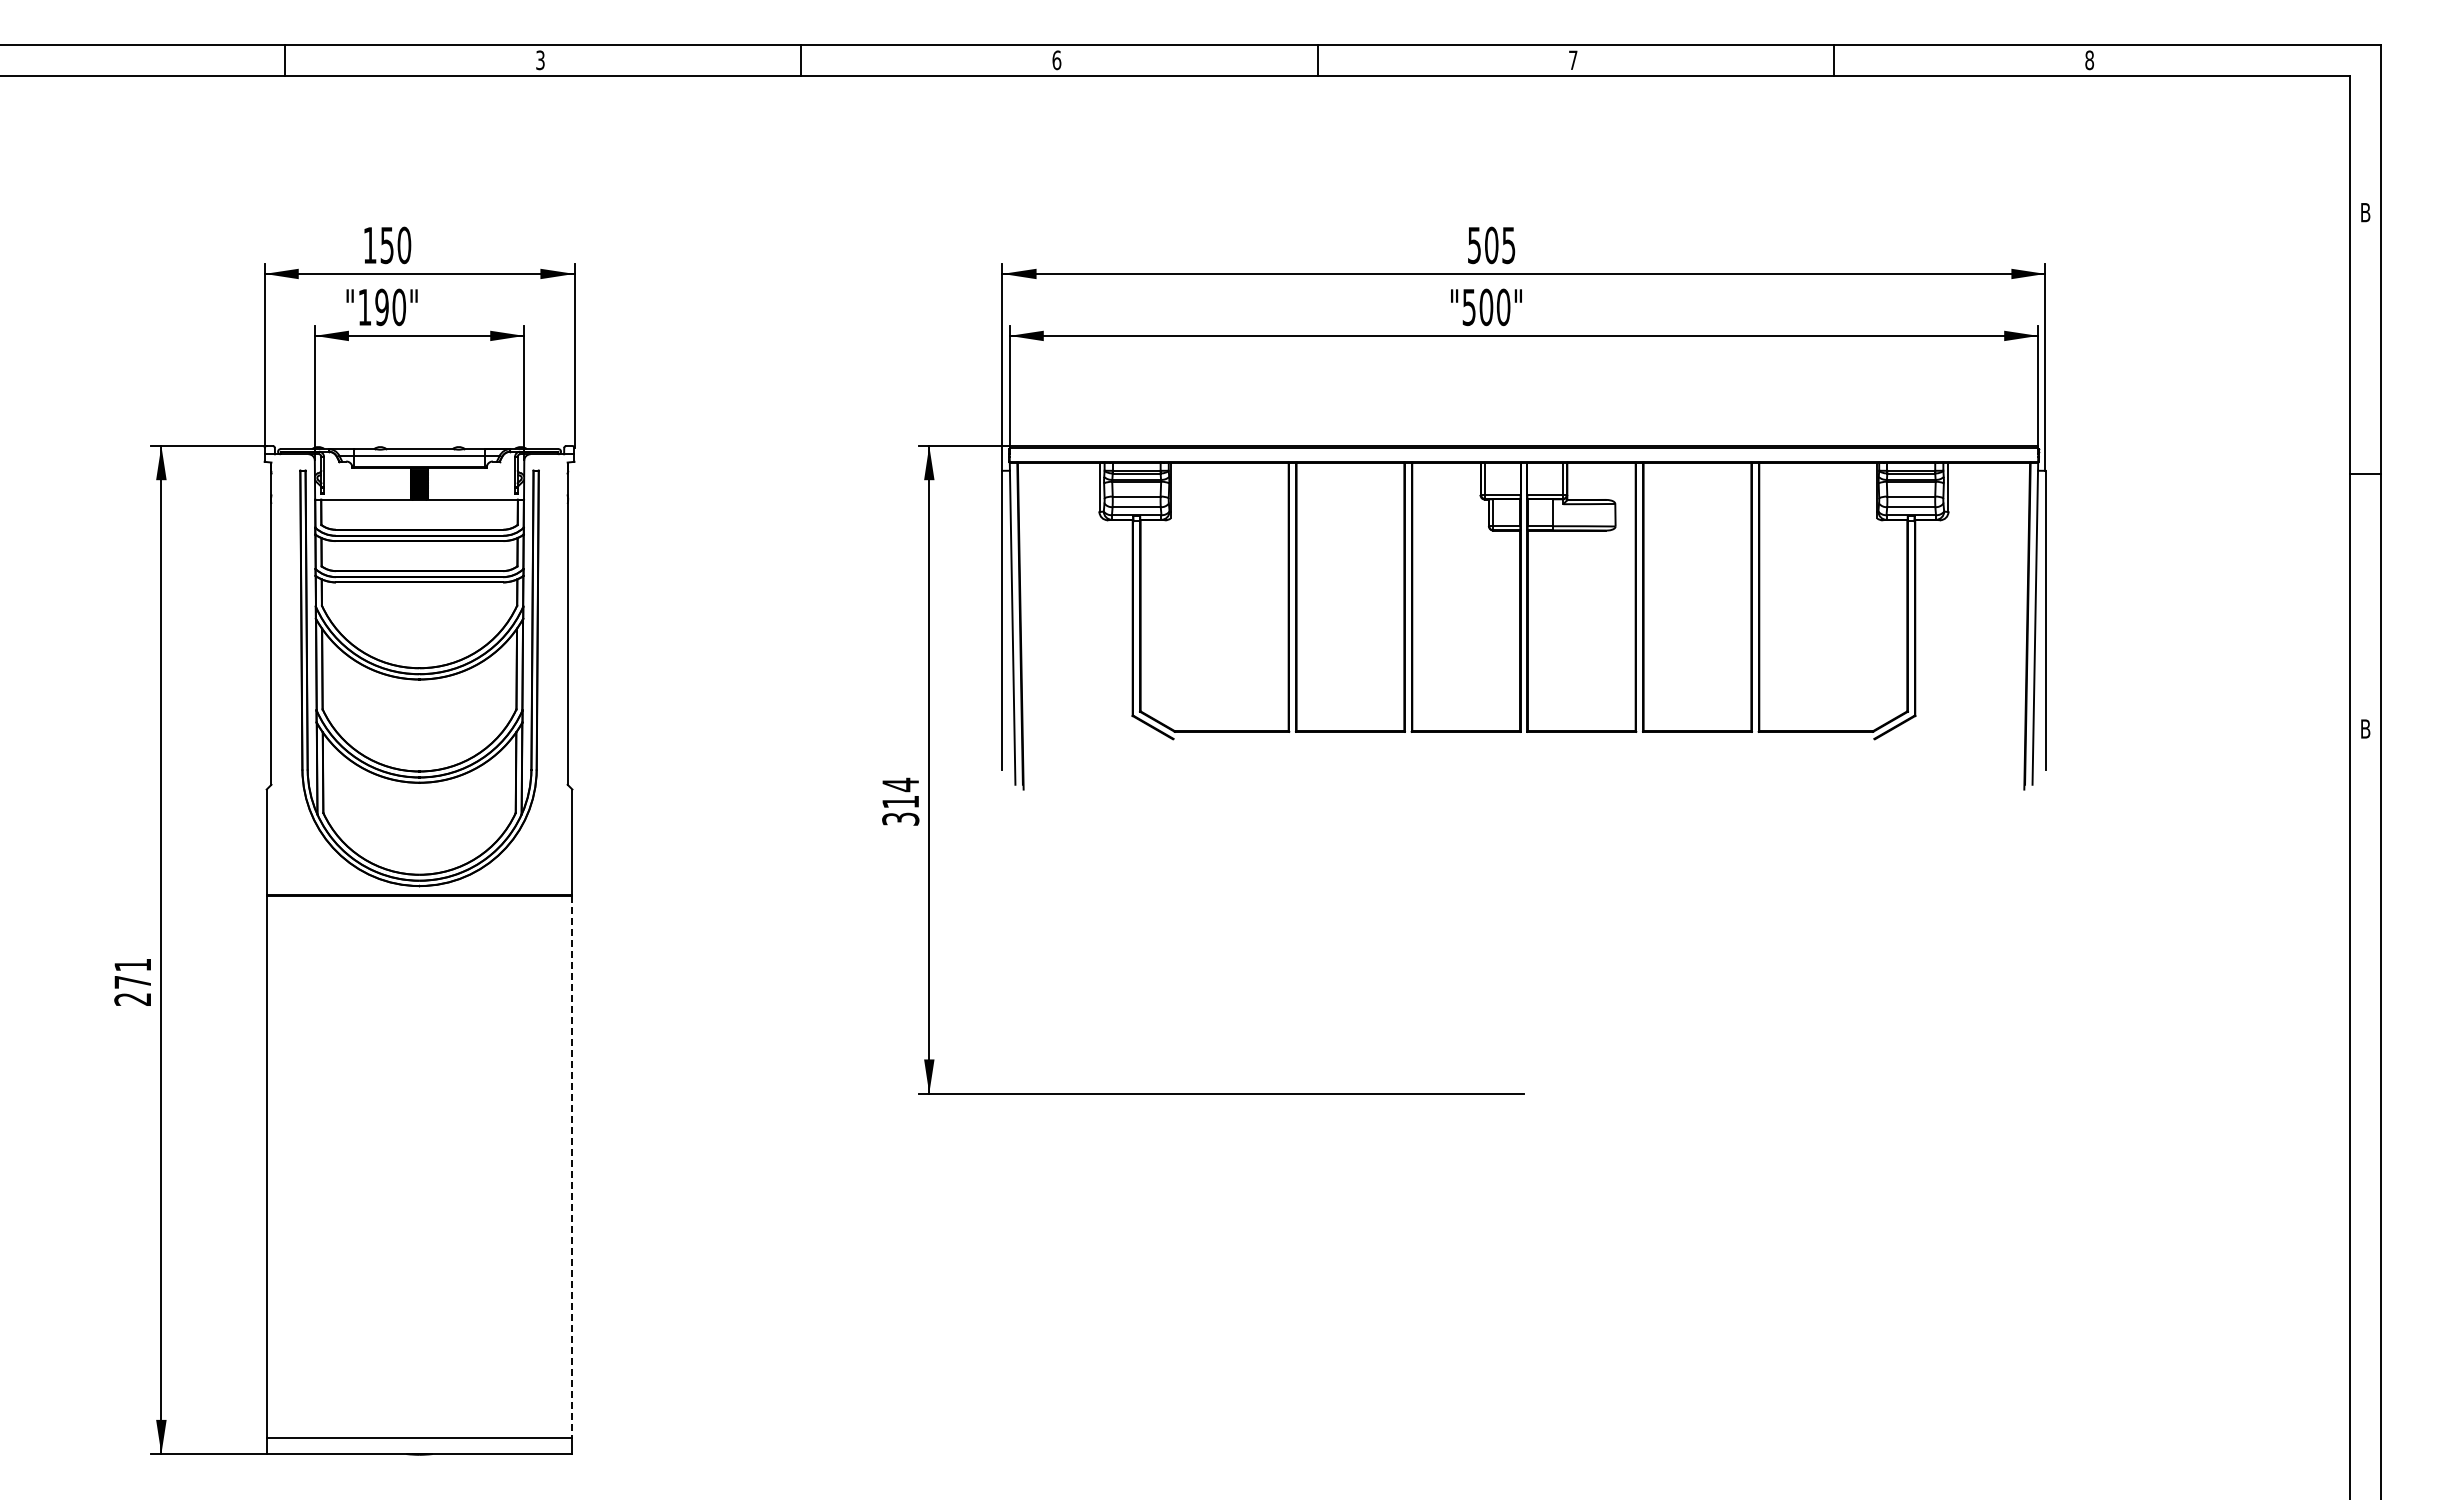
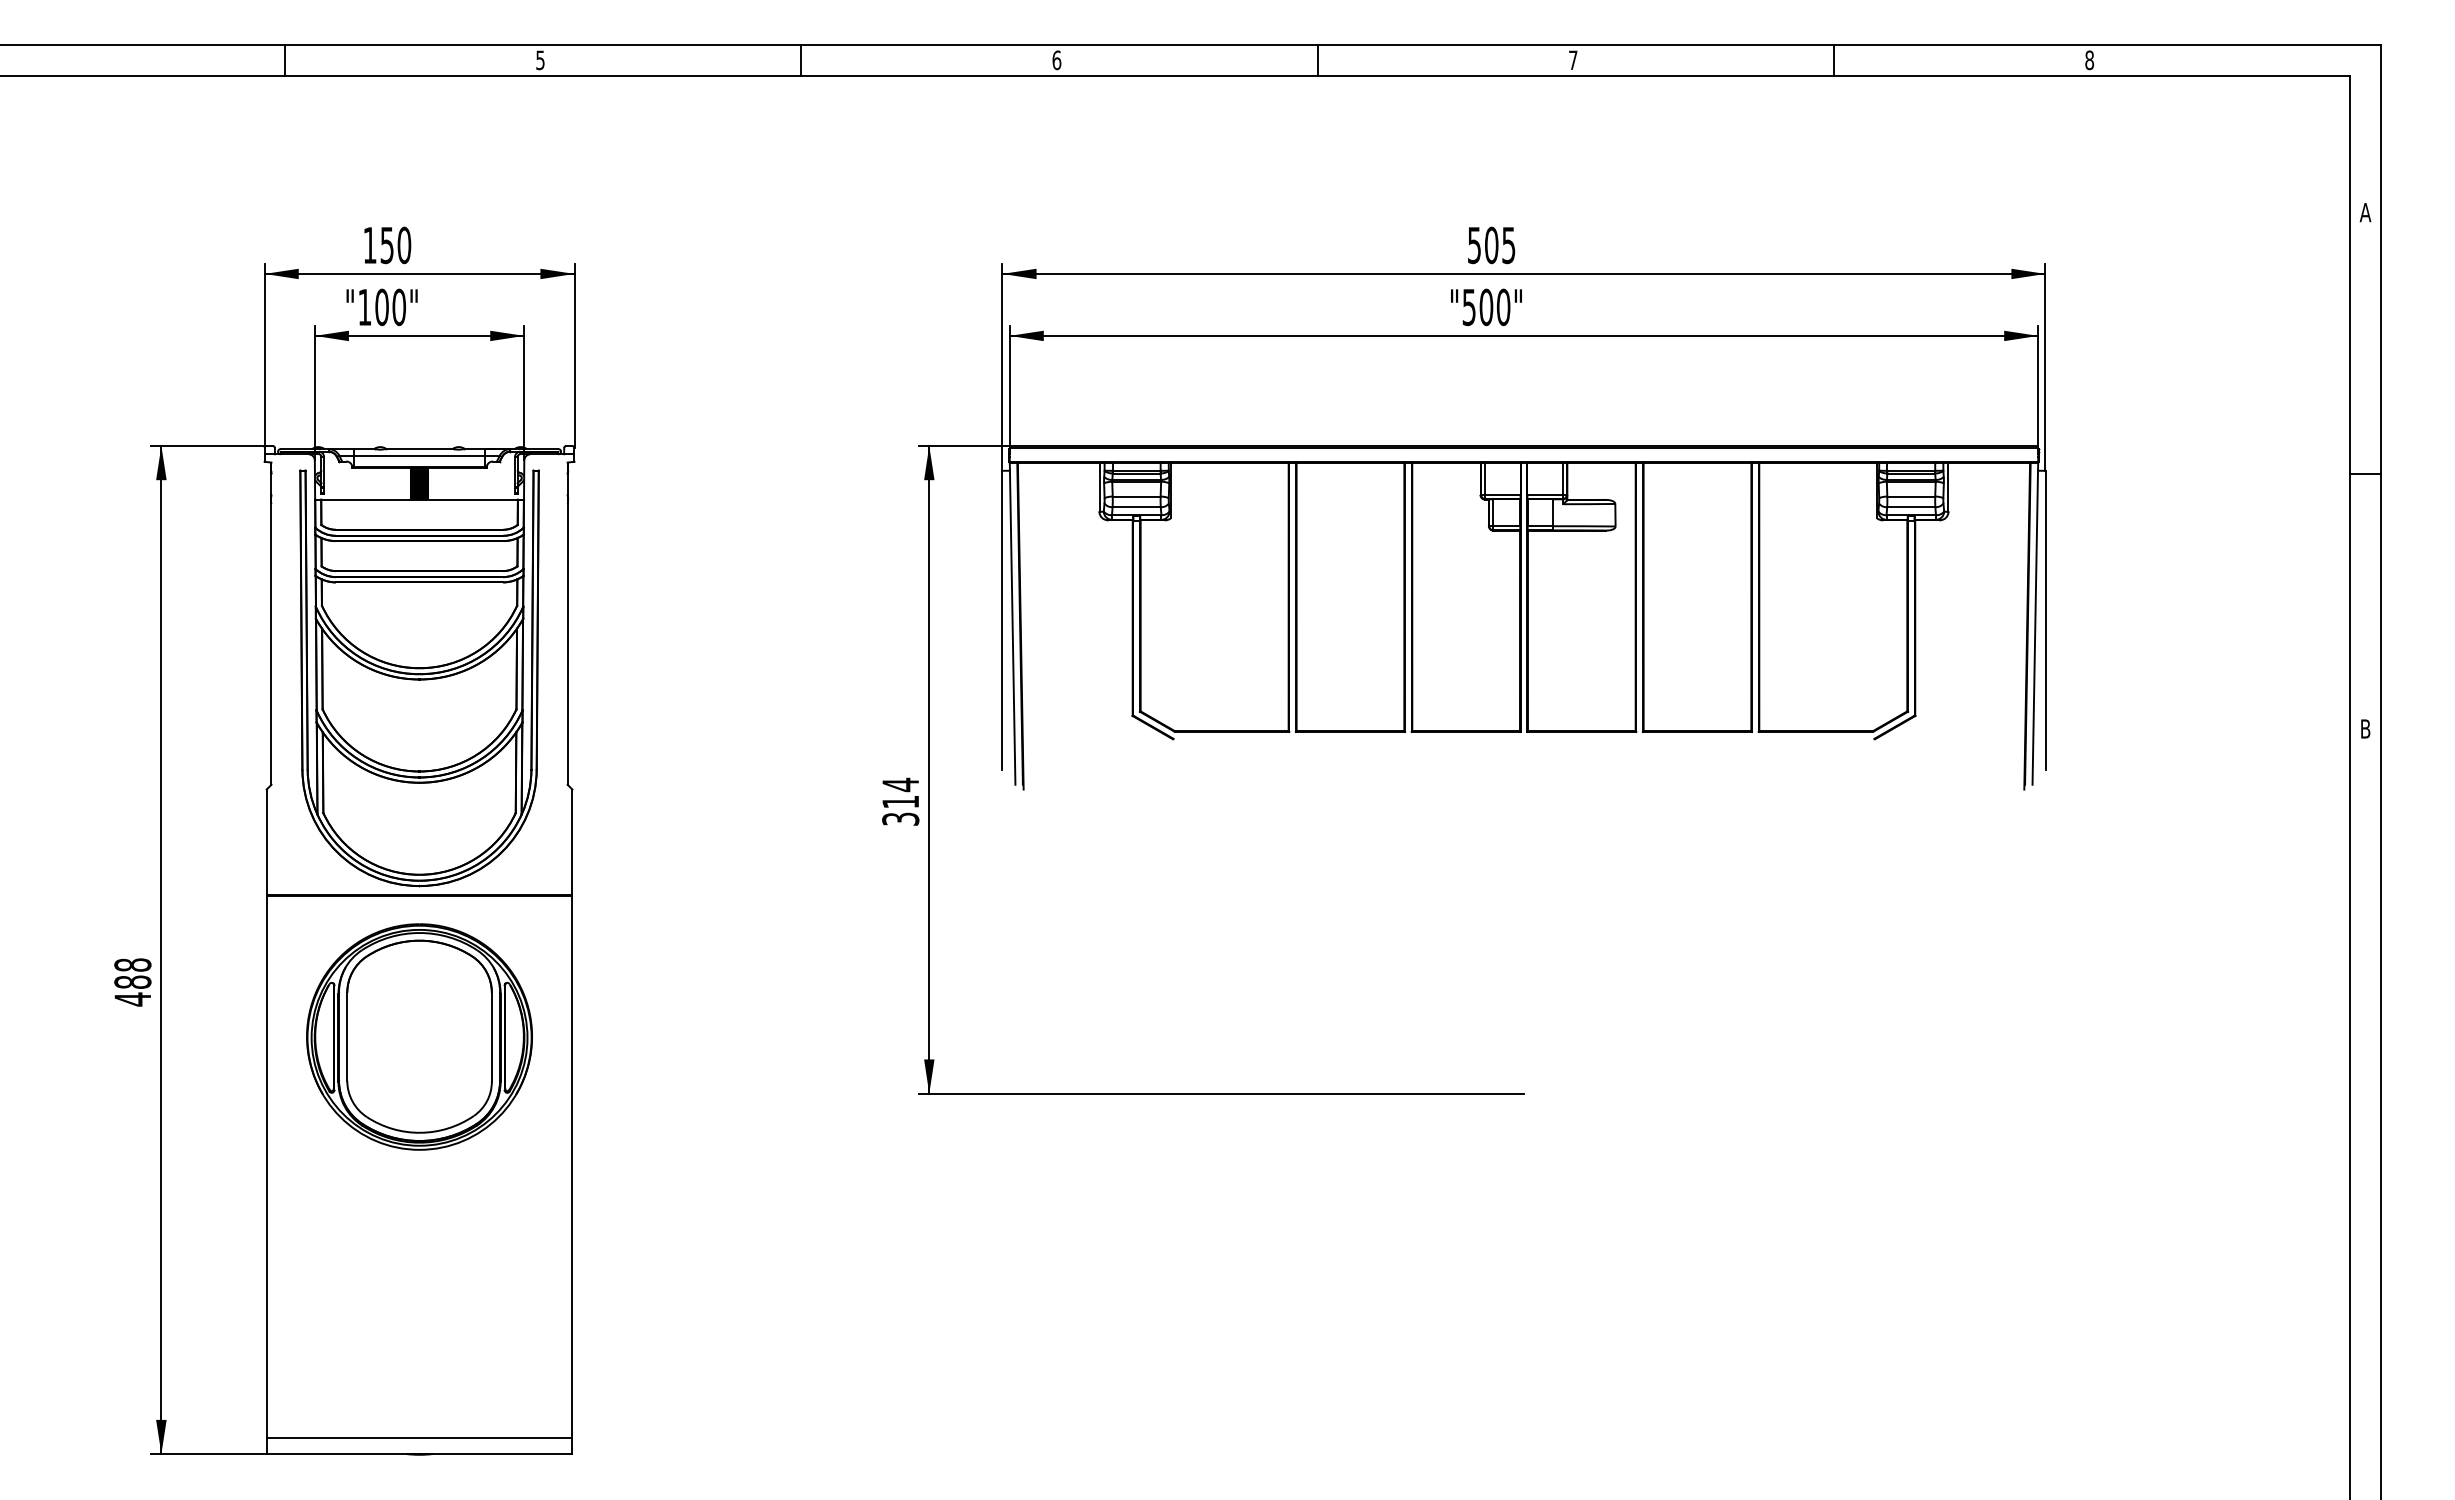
text at (540, 59): 3 -> 5
text at (2365, 212): B -> A
text at (381, 307): "190" -> "100"
text at (132, 982): 271 -> 488
part at (419, 1036): none -> present
line at (572, 1167): dashed -> solid
